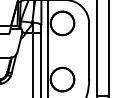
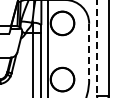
line at (97, 48): solid -> dashed
line at (89, 51): solid -> dashed
